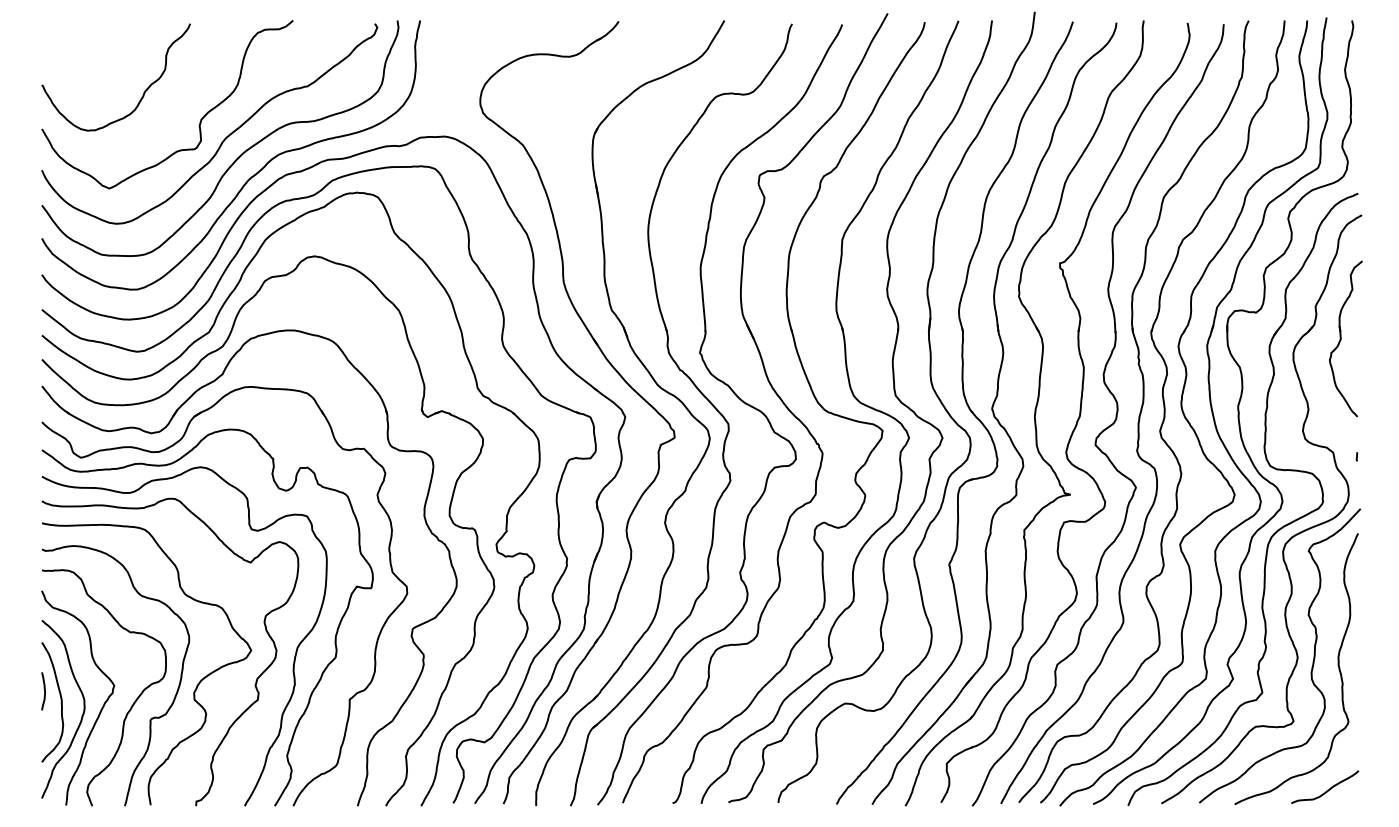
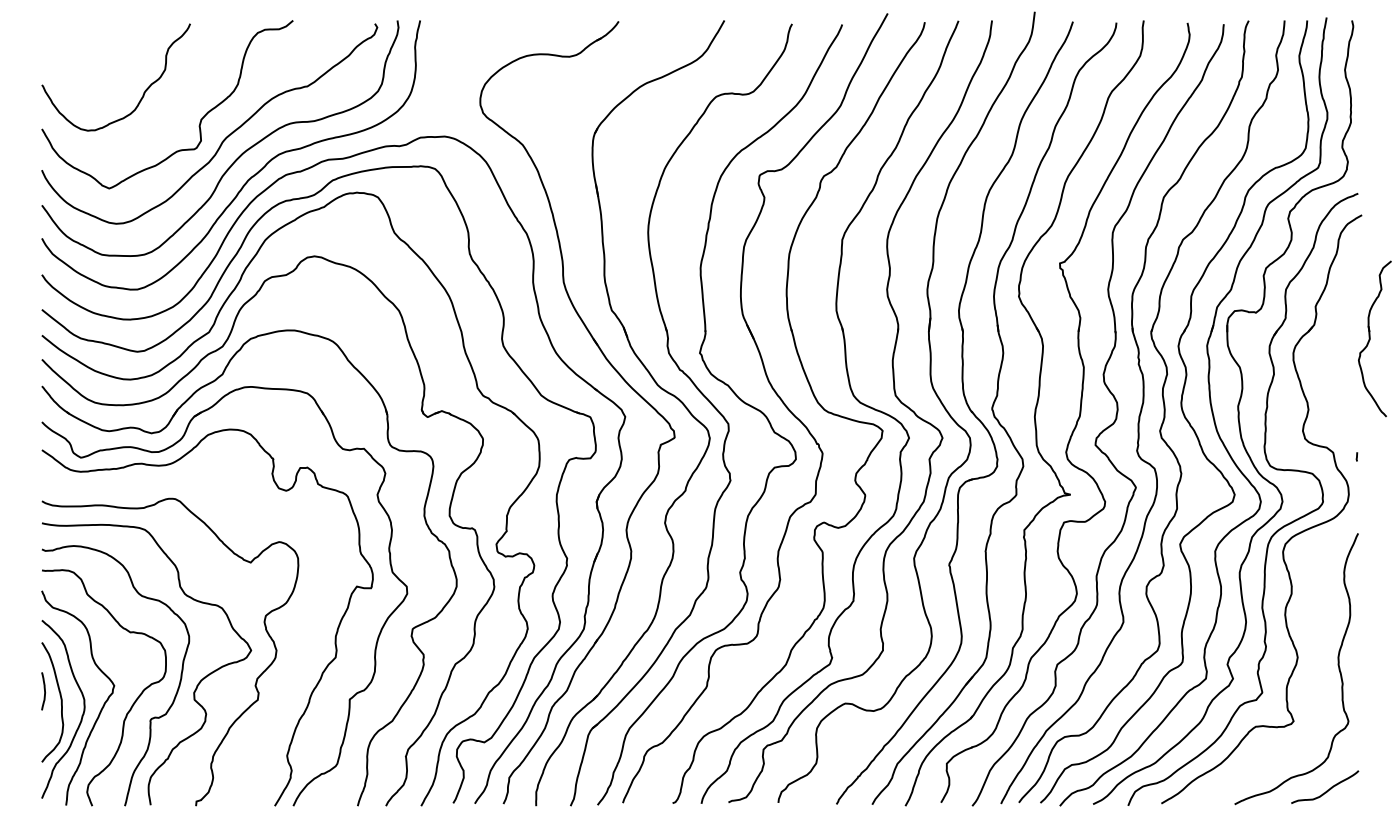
part at (1345, 338) position: (1345, 338) -> (1374, 338)
curve at (293, 660): present -> none
curve at (1312, 661): present -> none
